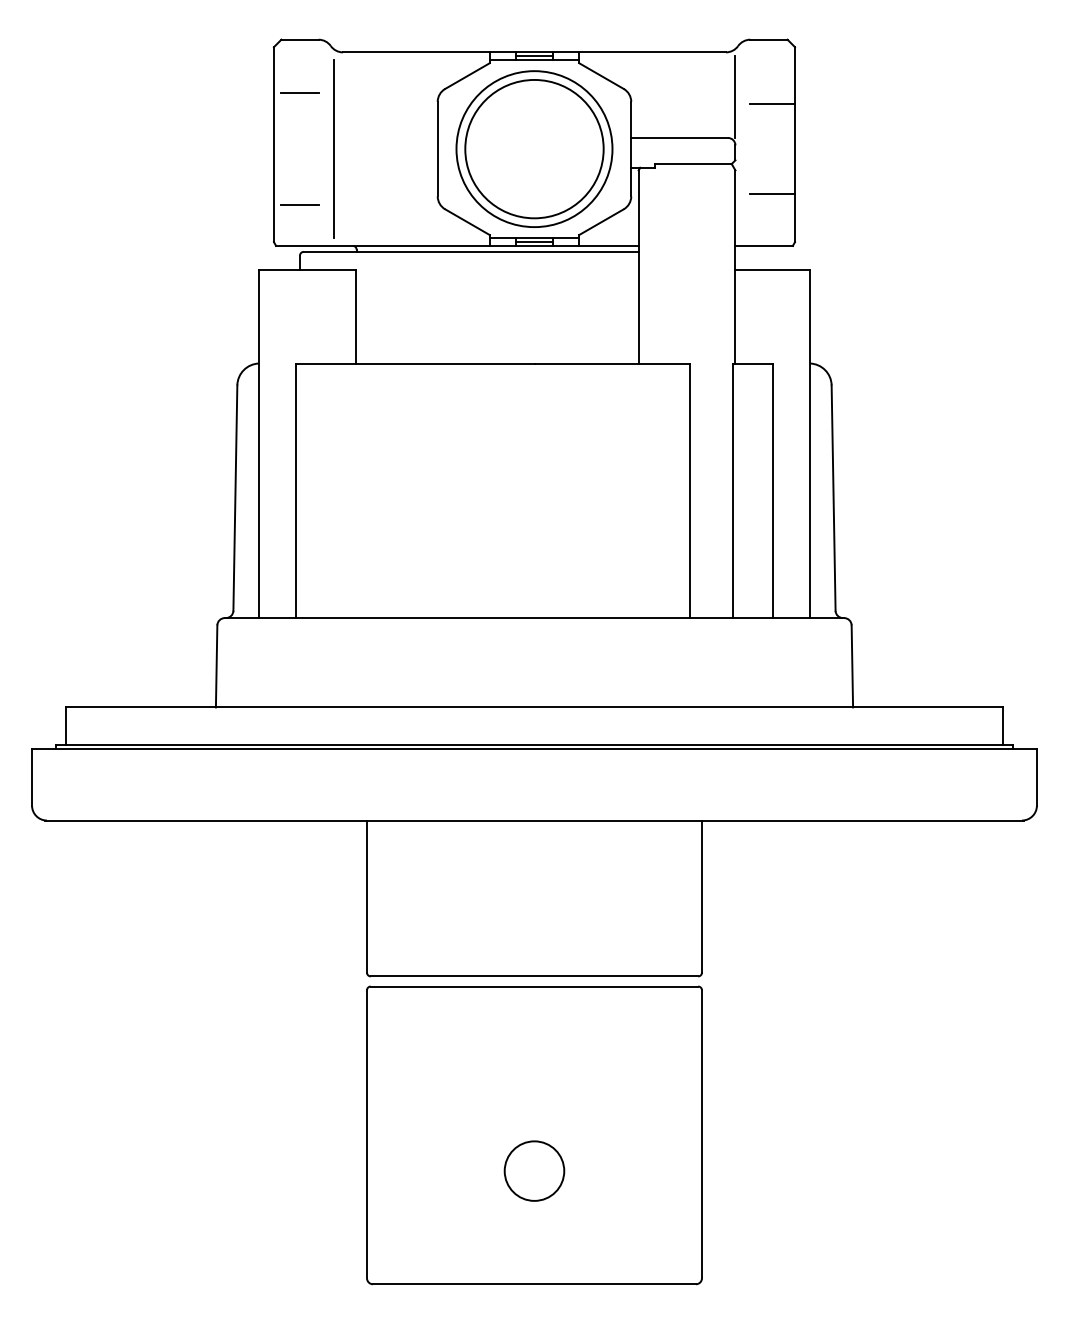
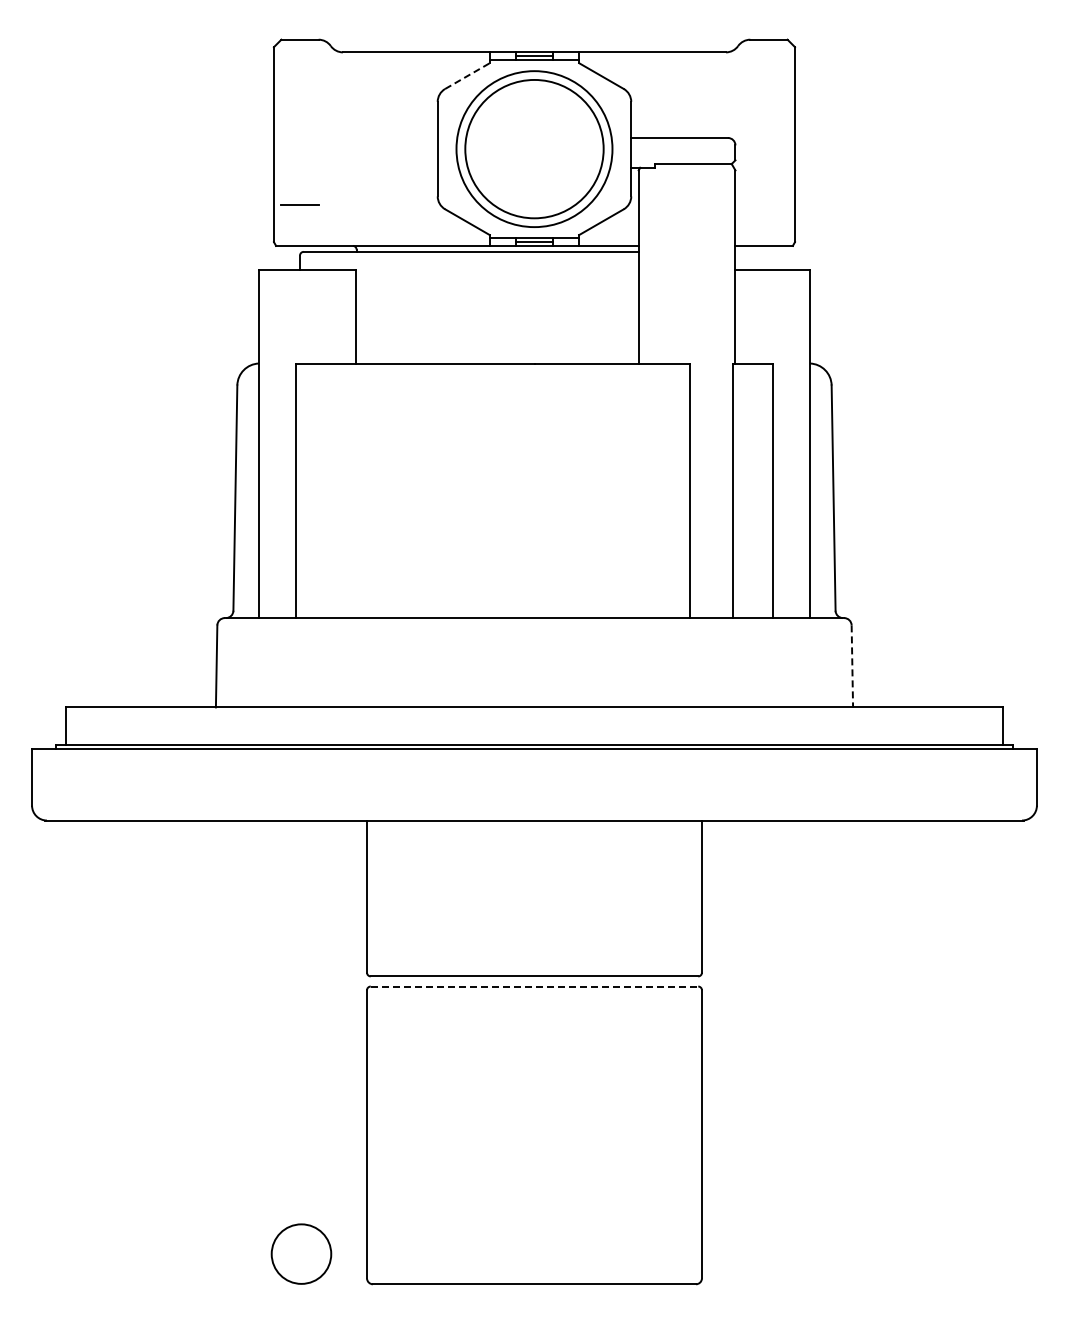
line at (467, 76): solid -> dashed
line at (299, 93): present -> none
line at (735, 96): present -> none
line at (772, 104): present -> none
line at (333, 148): present -> none
line at (772, 193): present -> none
line at (852, 666): solid -> dashed
line at (534, 986): solid -> dashed
circle at (534, 1170) position: (534, 1170) -> (301, 1253)
